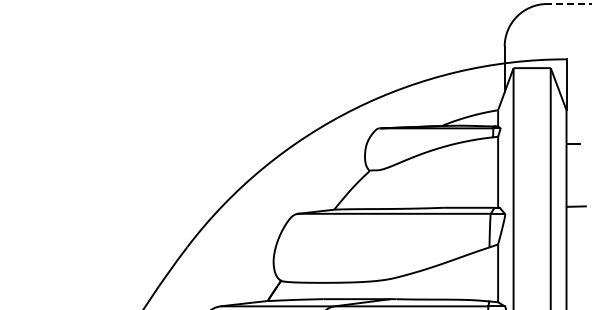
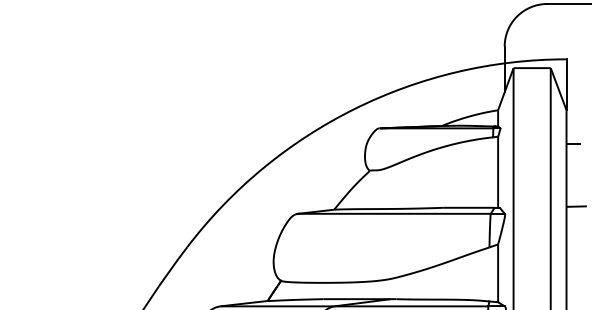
line at (569, 4): dashed -> solid
